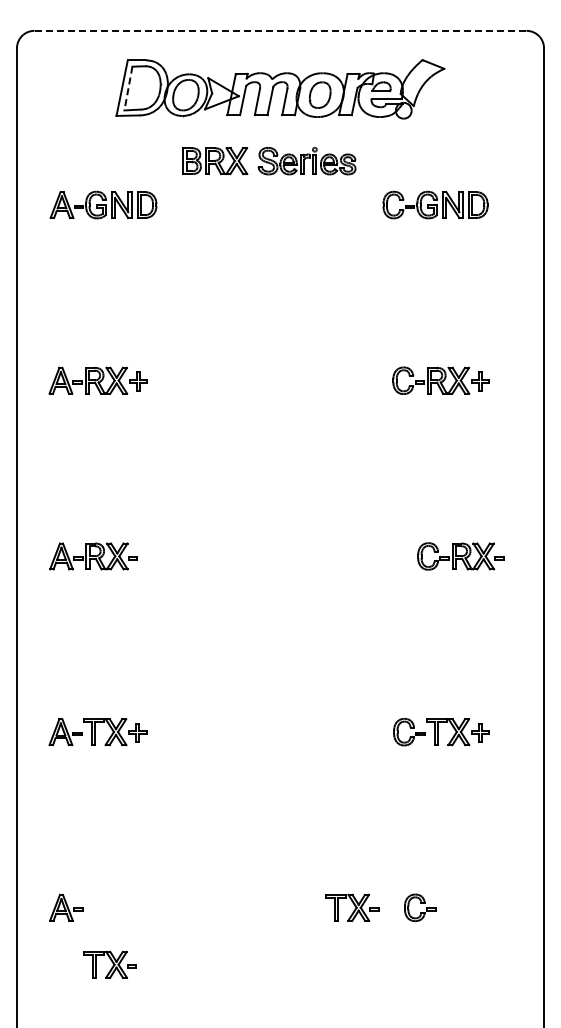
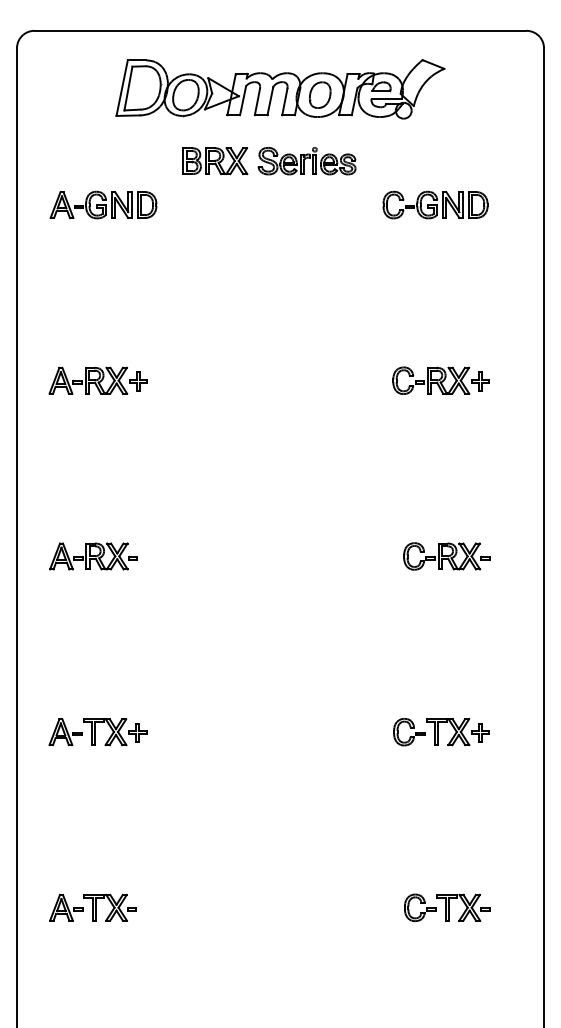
line at (280, 30): dashed -> solid
line at (128, 89): dashed -> solid
part at (460, 556) position: (460, 556) -> (446, 556)
part at (352, 907) position: (352, 907) -> (463, 907)
part at (109, 964) position: (109, 964) -> (109, 907)
